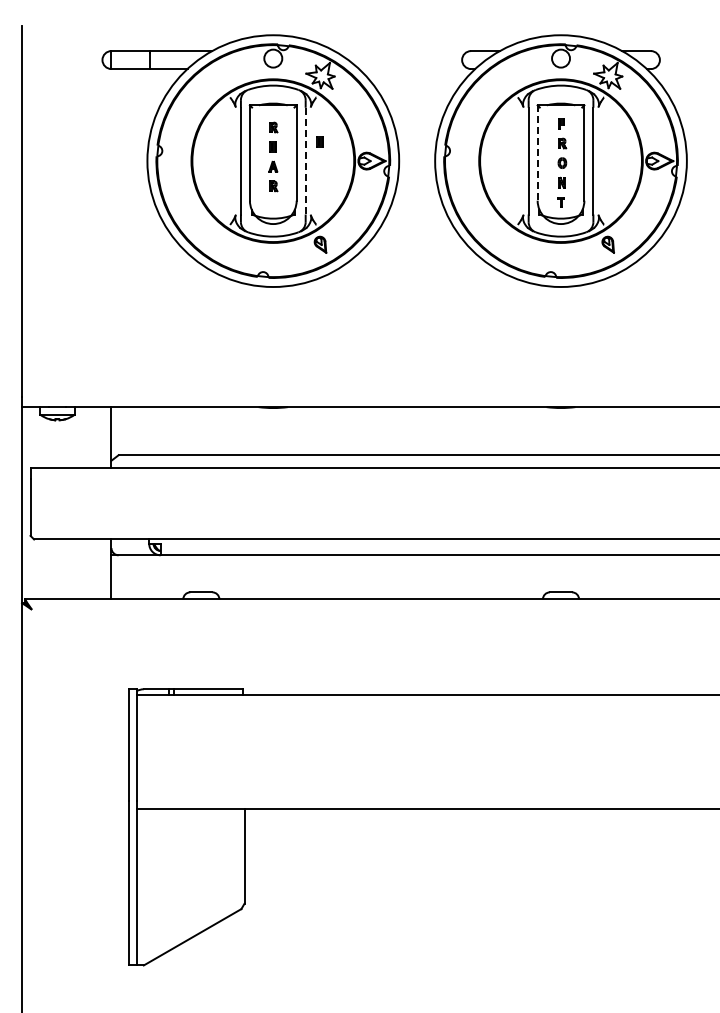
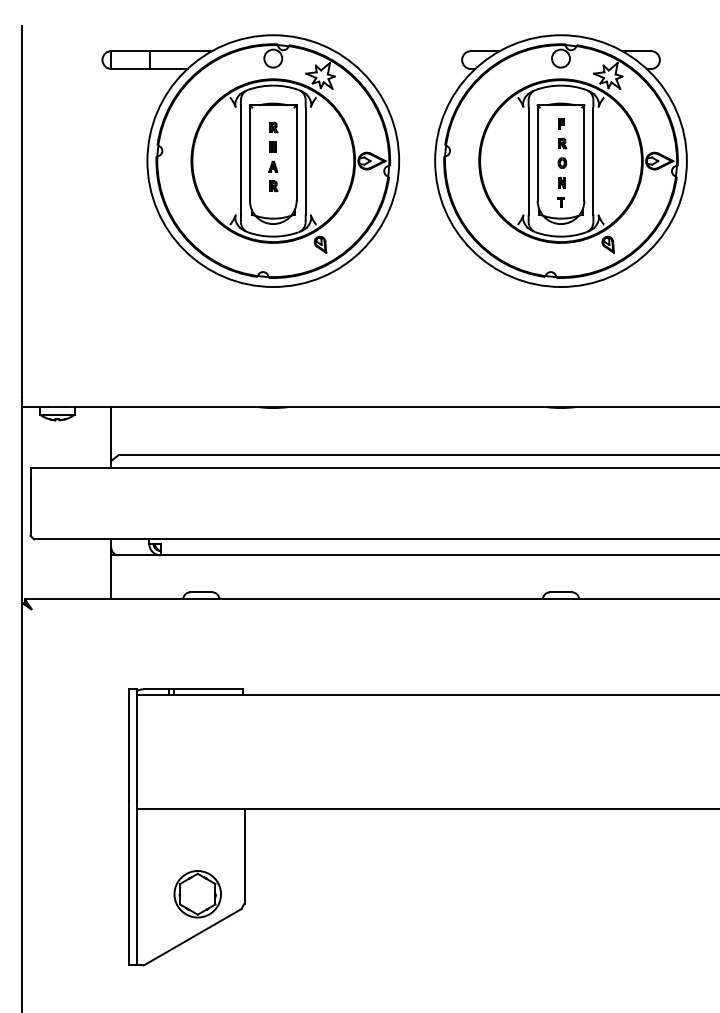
part at (319, 141): present -> none
line at (537, 153): dashed -> solid
line at (305, 161): dashed -> solid
part at (197, 894): none -> present
